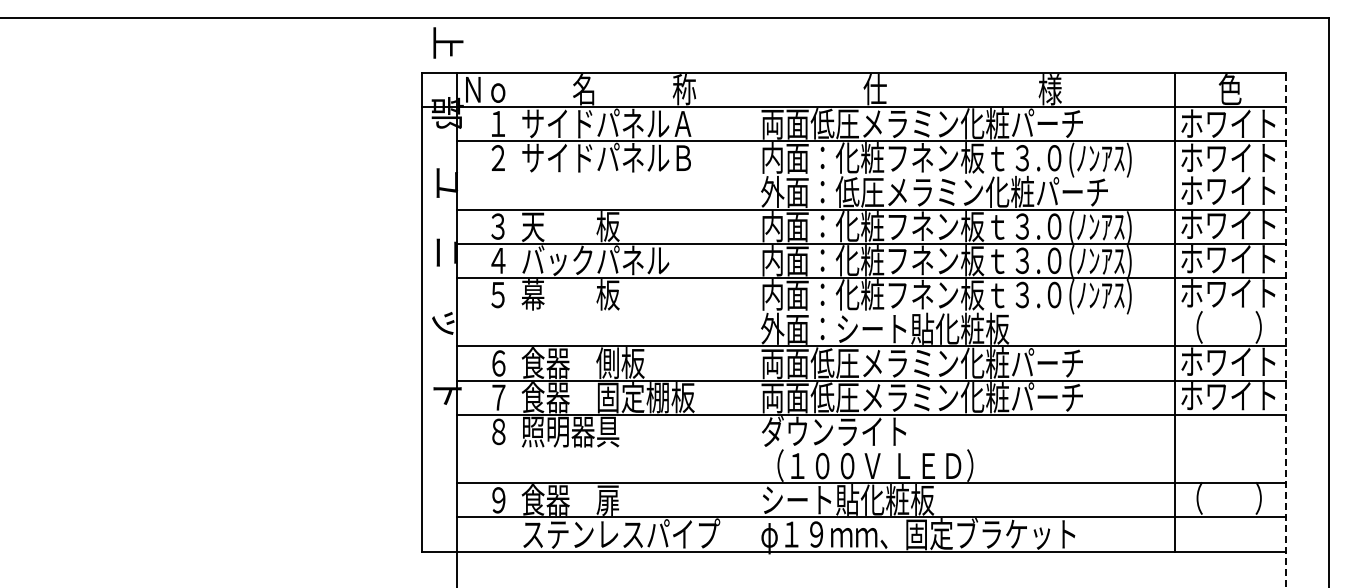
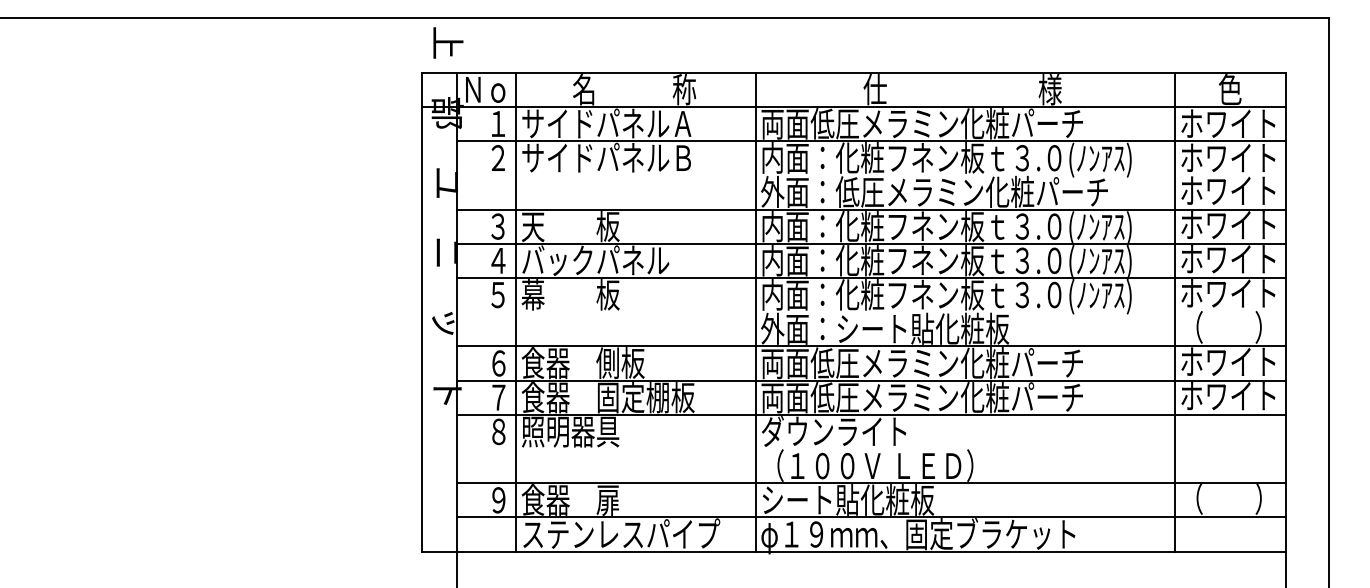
line at (516, 311): none -> present
line at (755, 311): none -> present
line at (1286, 329): dashed -> solid
